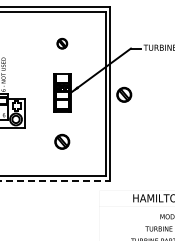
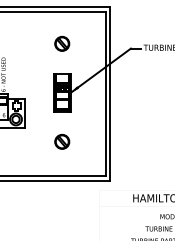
part at (62, 43) size: 13x13 px -> 17x17 px
part at (124, 94): present -> none
line at (55, 181): dashed -> solid
